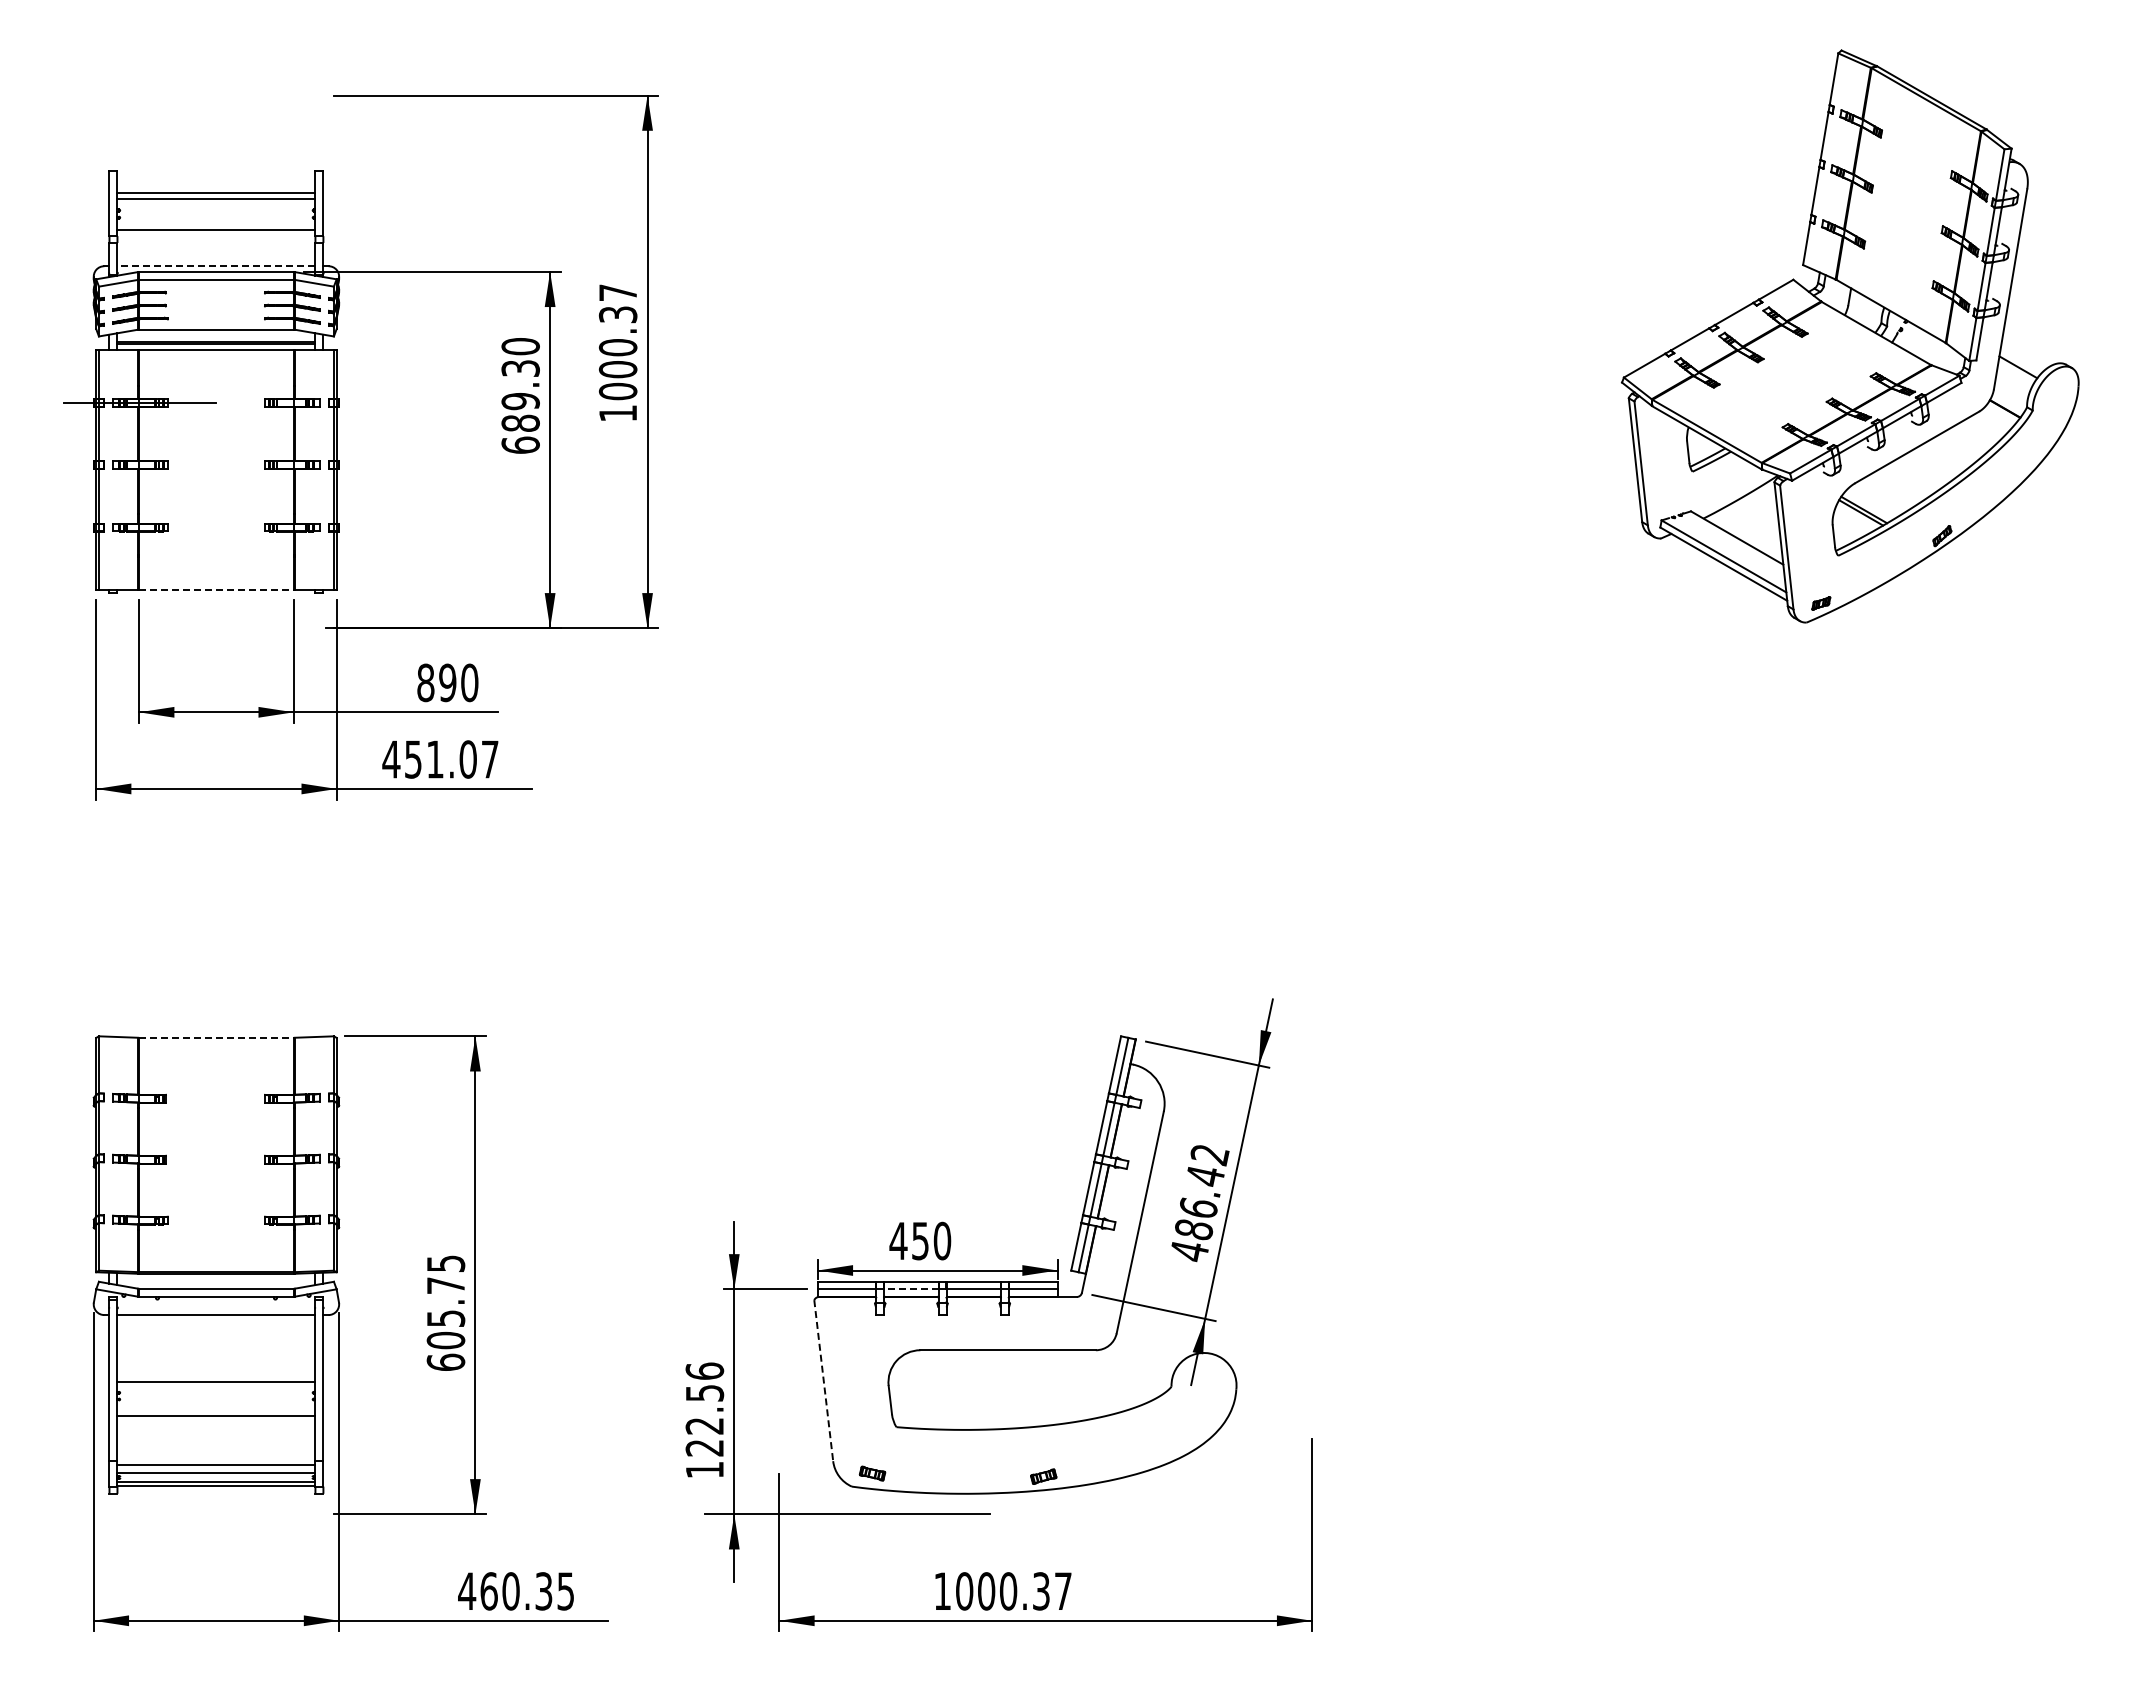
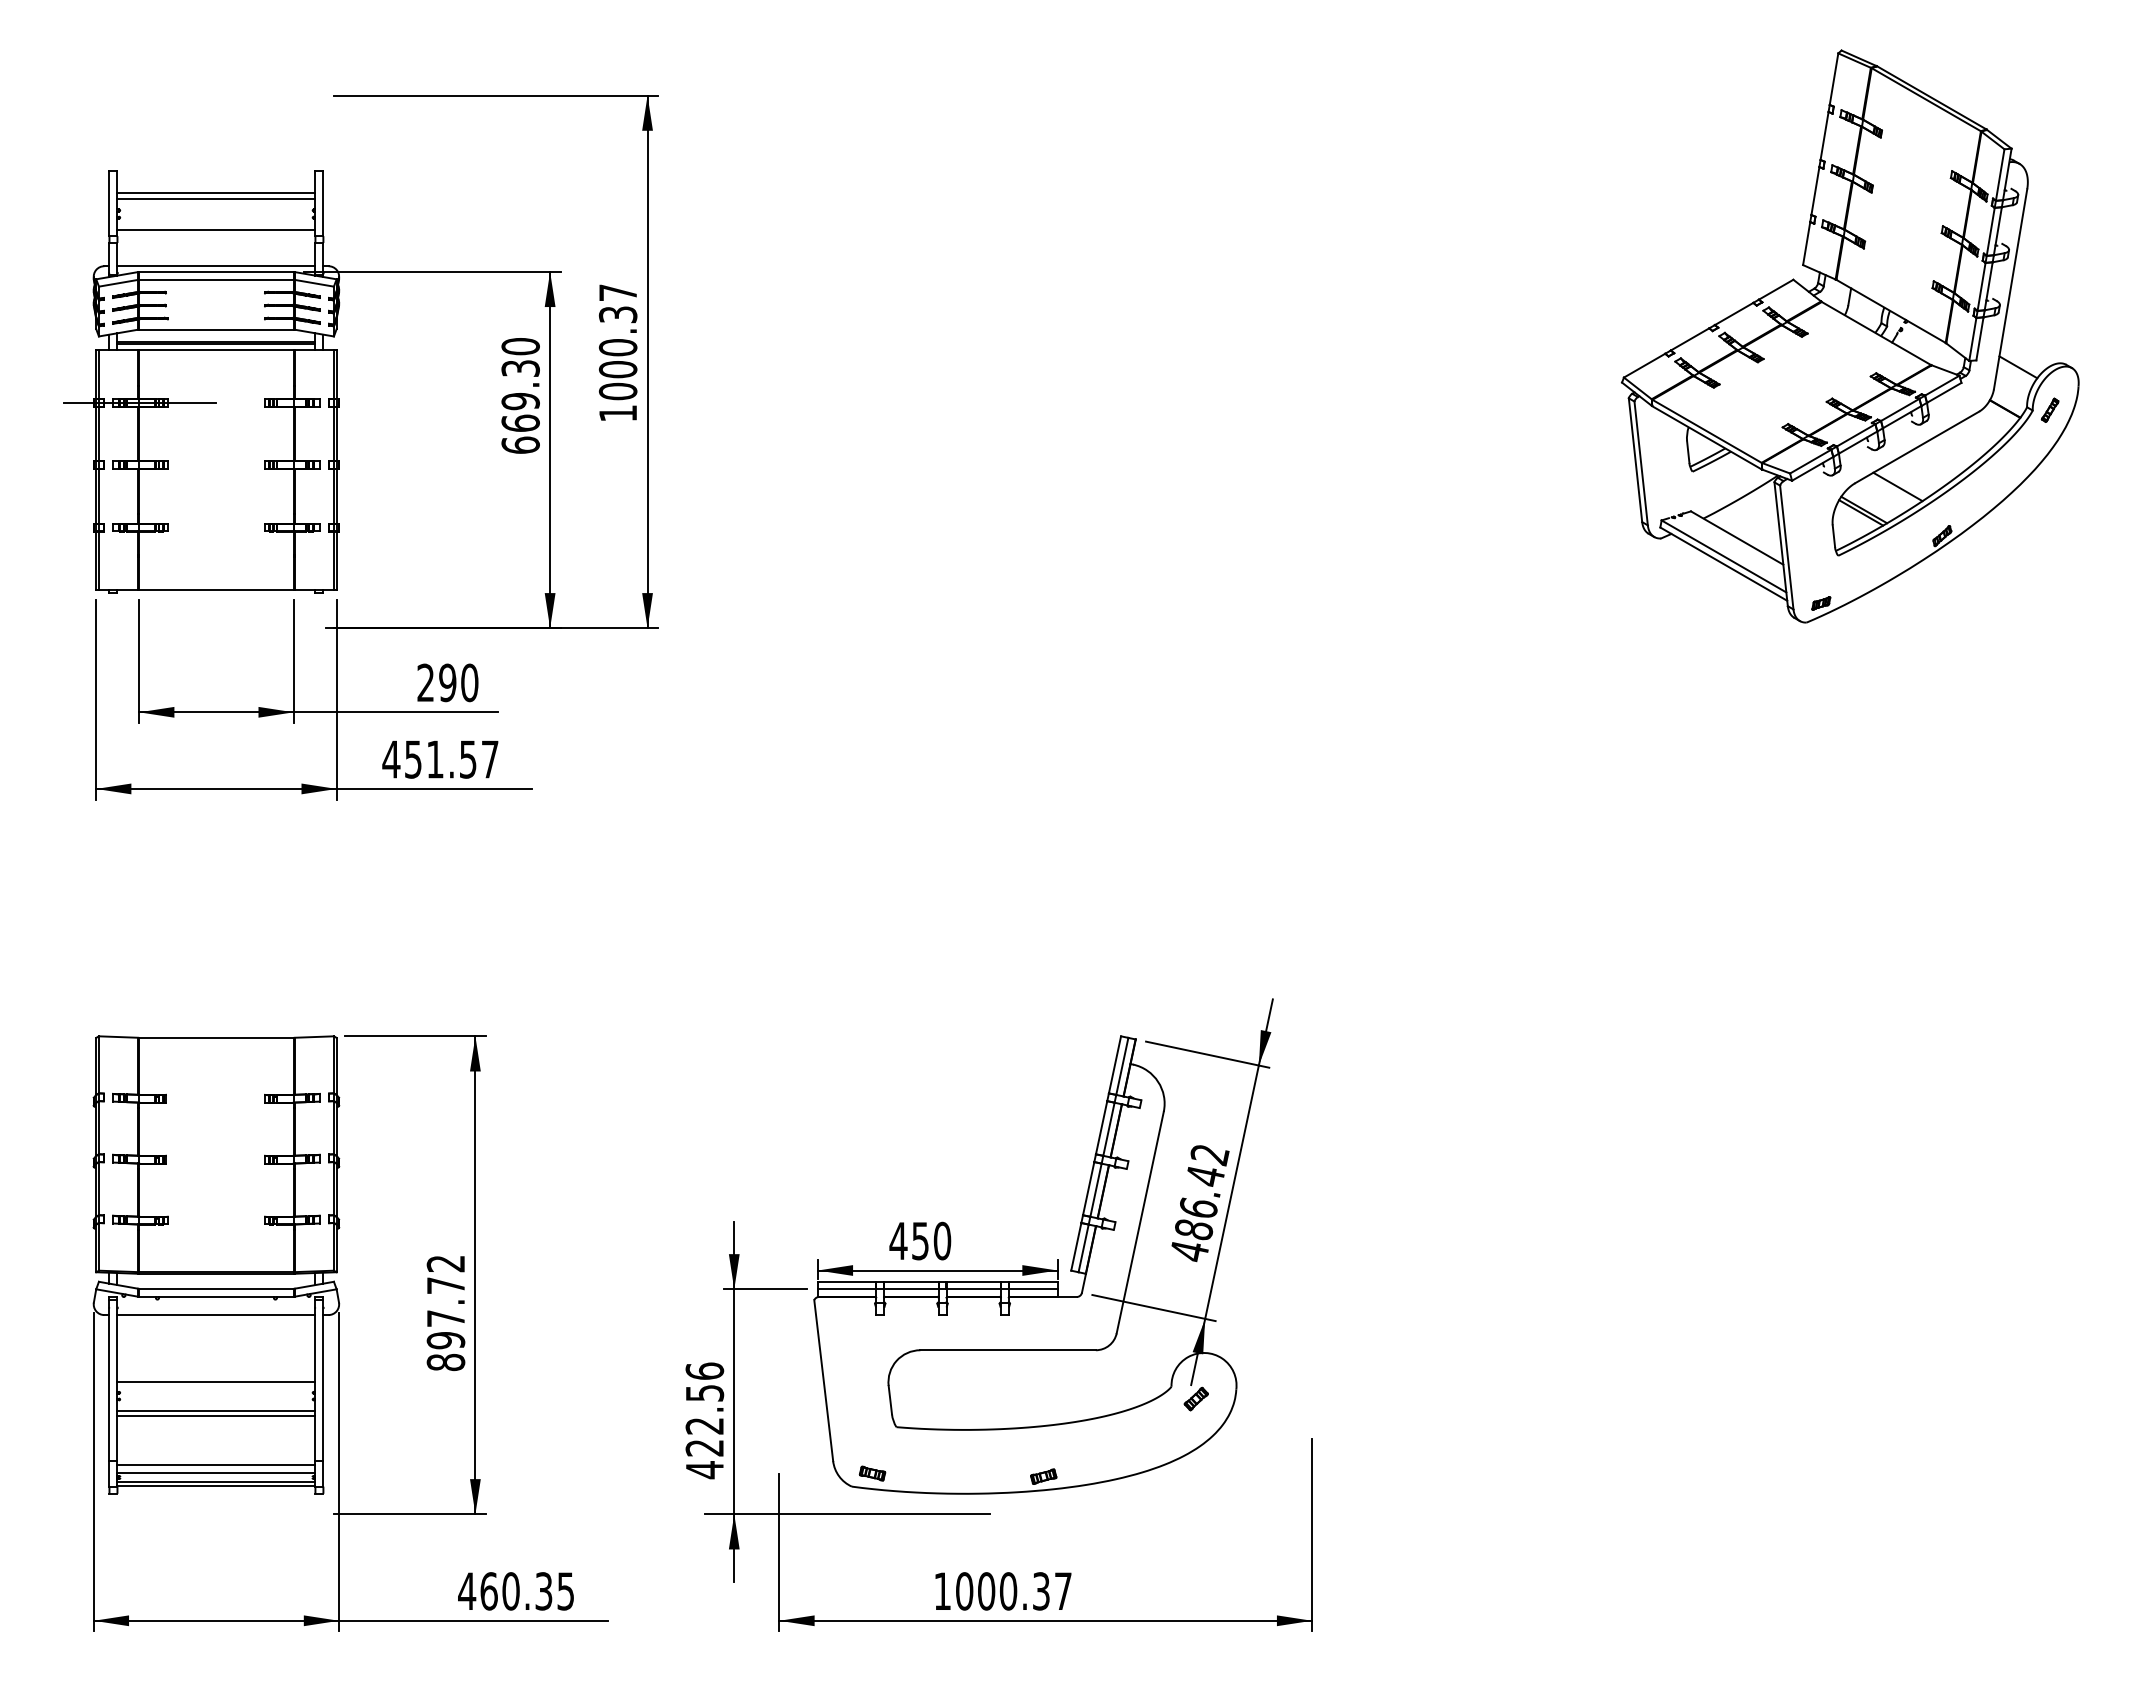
line at (216, 266): dashed -> solid
part at (2049, 409): none -> present
text at (520, 422): 689.30 -> 669.30
line at (1897, 486): none -> present
line at (216, 589): dashed -> solid
text at (425, 682): 890 -> 290
text at (467, 759): 451.07 -> 451.57
line at (216, 1037): dashed -> solid
line at (910, 1289): dashed -> solid
text at (445, 1313): 605.75 -> 897.72
line at (823, 1381): dashed -> solid
part at (1195, 1398): none -> present
line at (216, 1410): none -> present
text at (704, 1470): 122.56 -> 422.56
